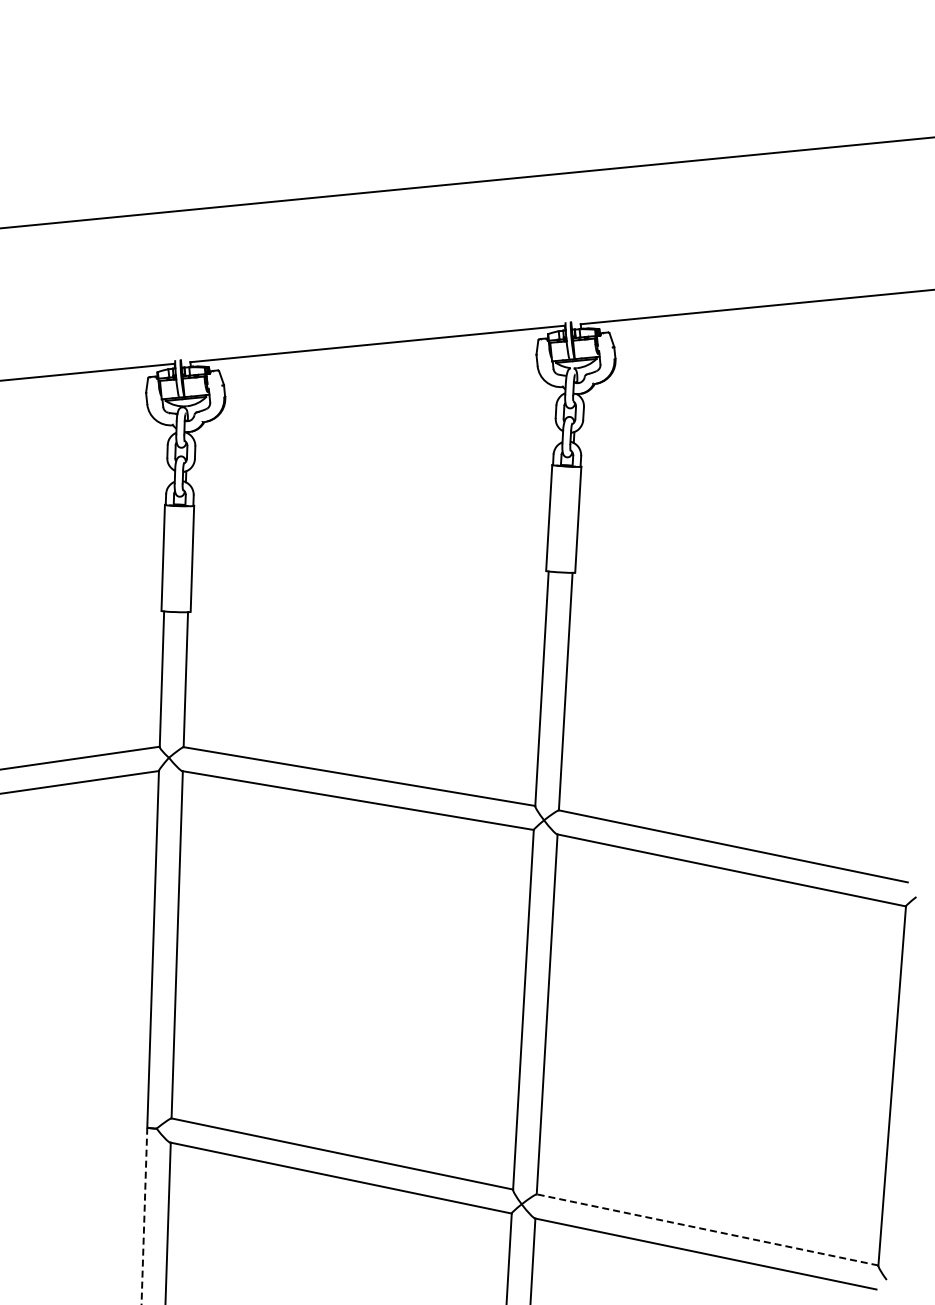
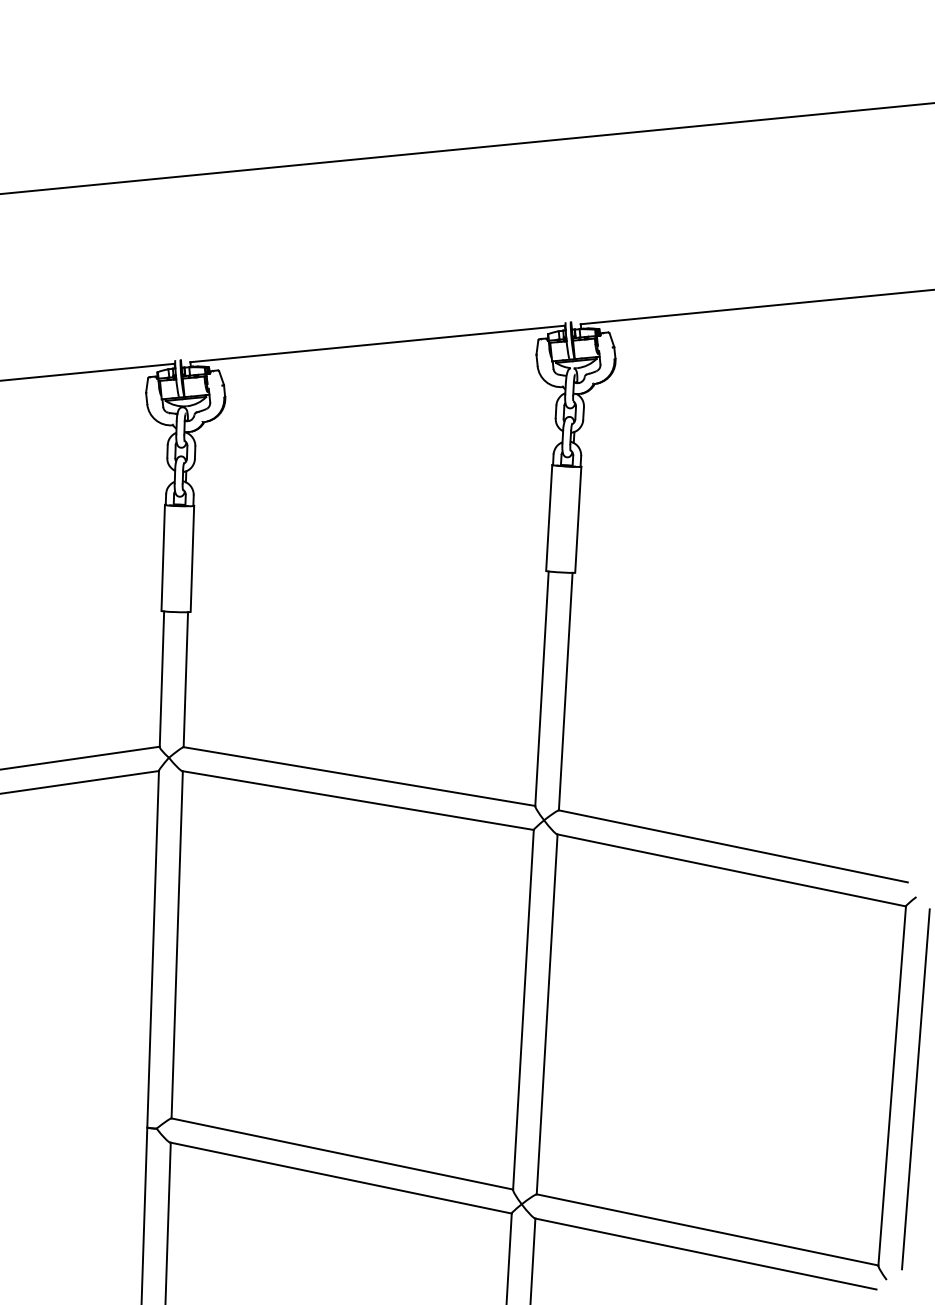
line at (466, 182) position: (466, 182) -> (466, 148)
line at (915, 1089): none -> present
line at (144, 1216): dashed -> solid
line at (707, 1229): dashed -> solid
